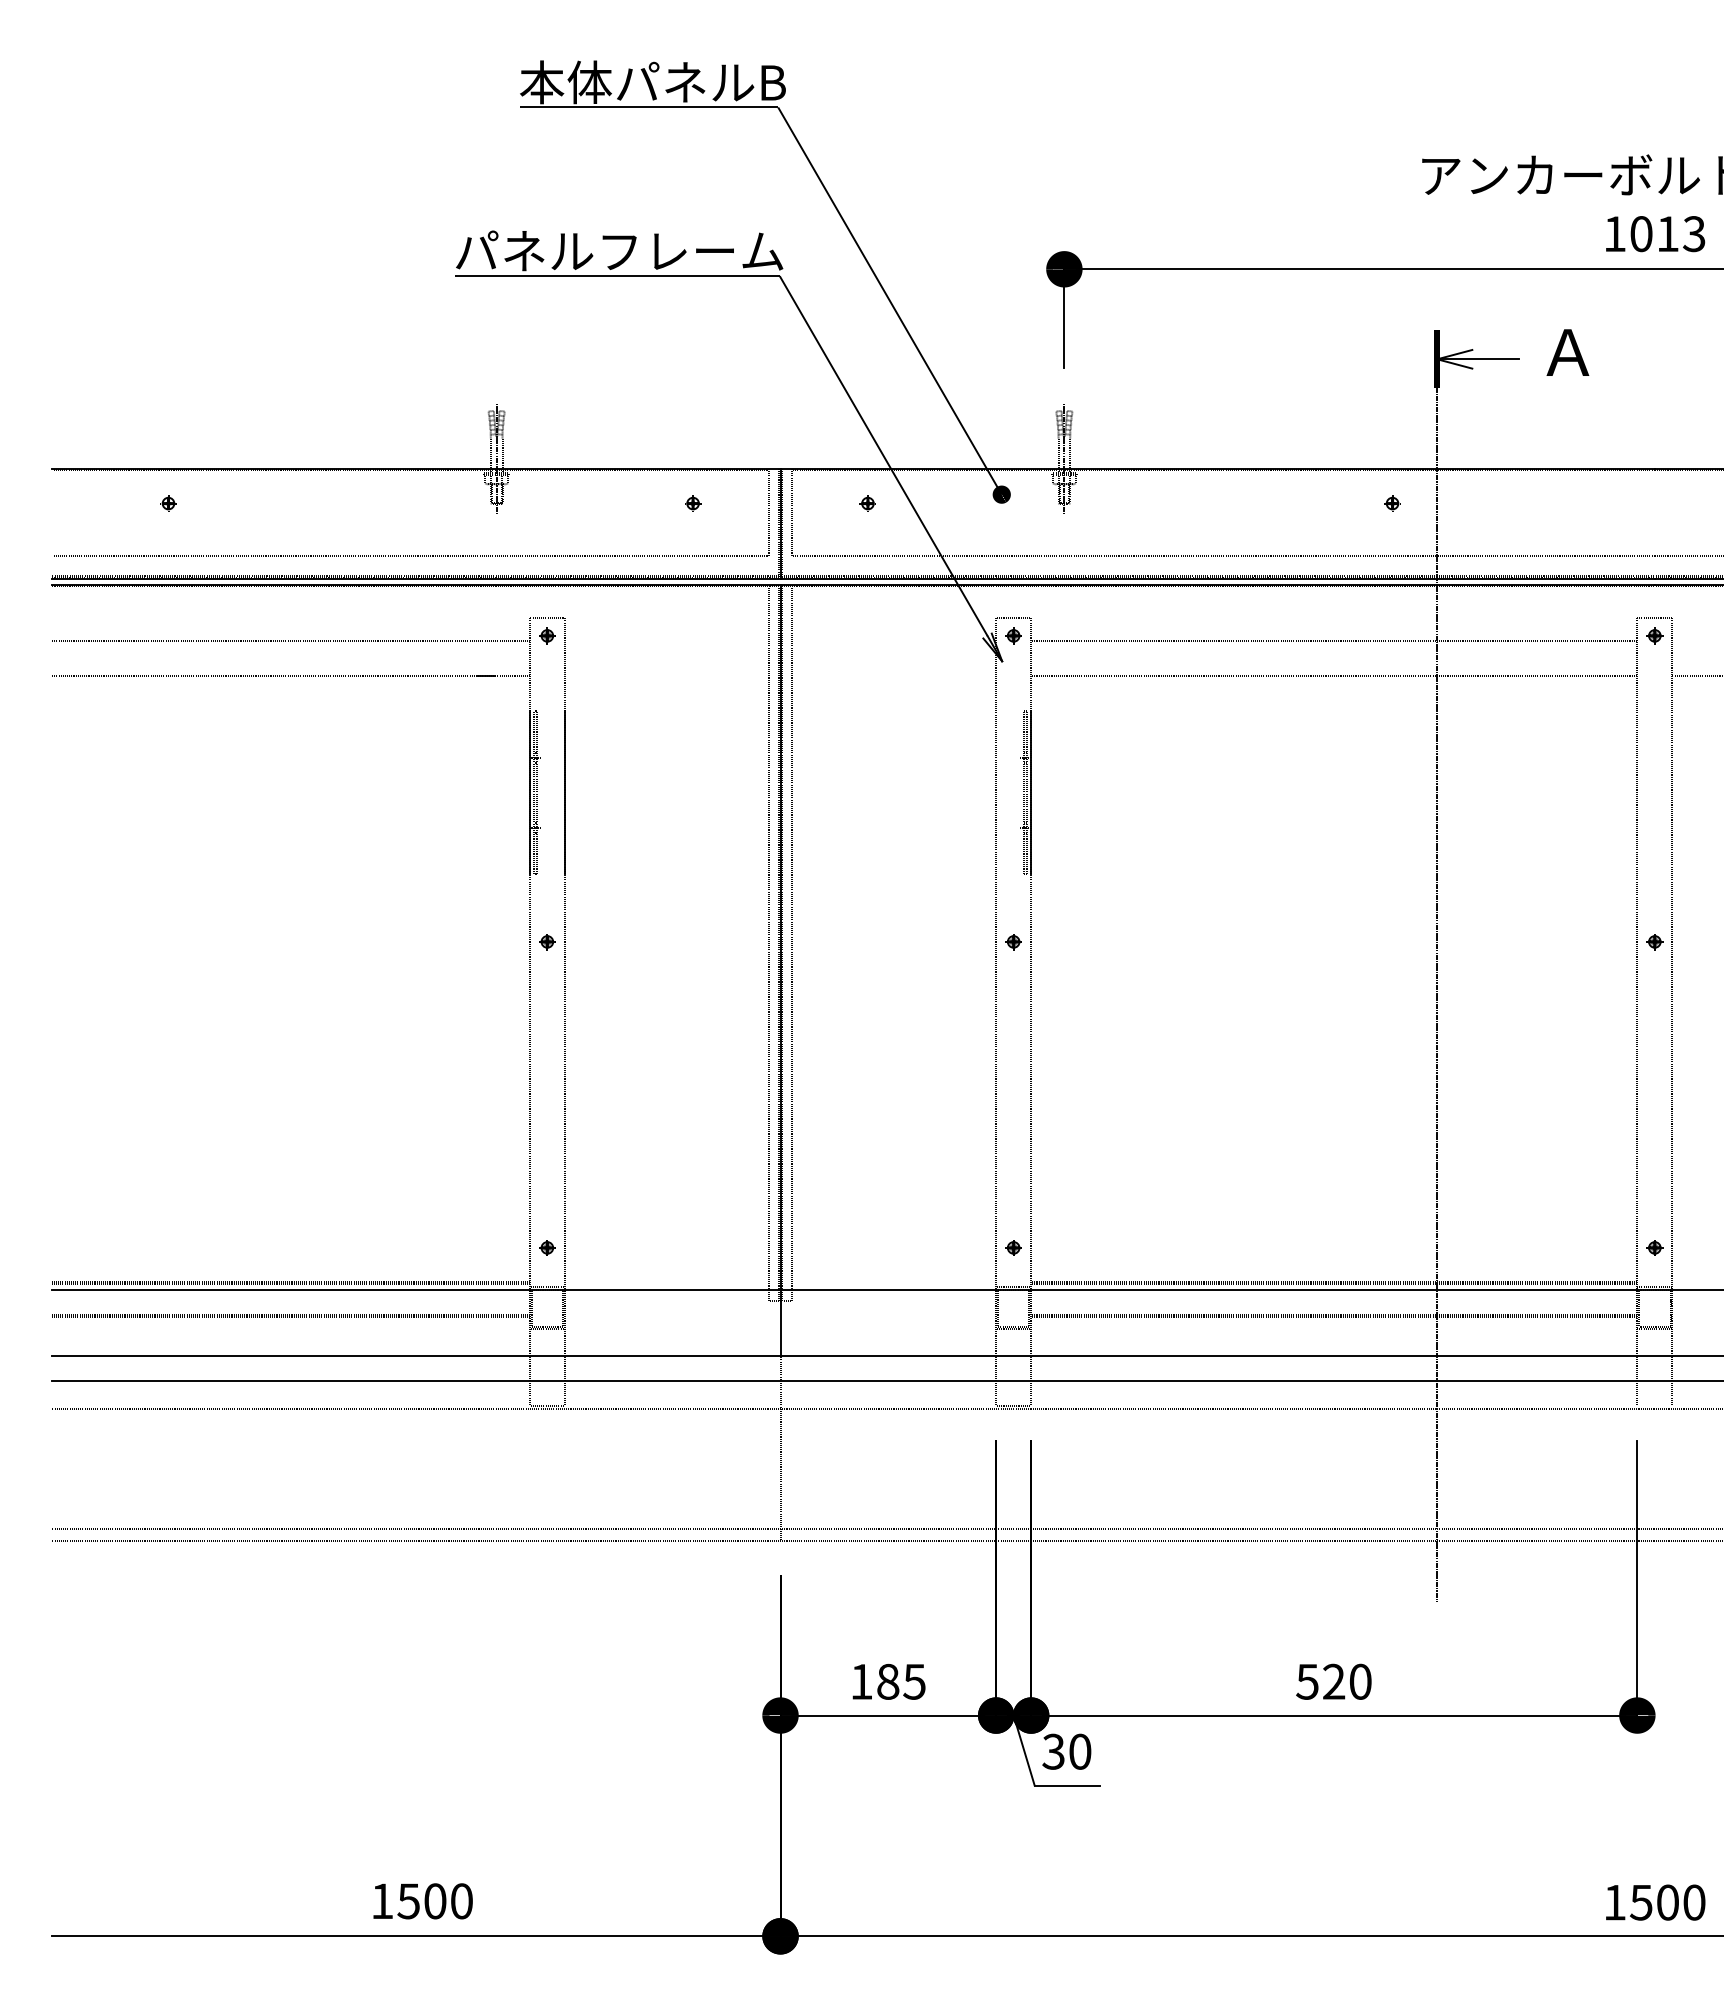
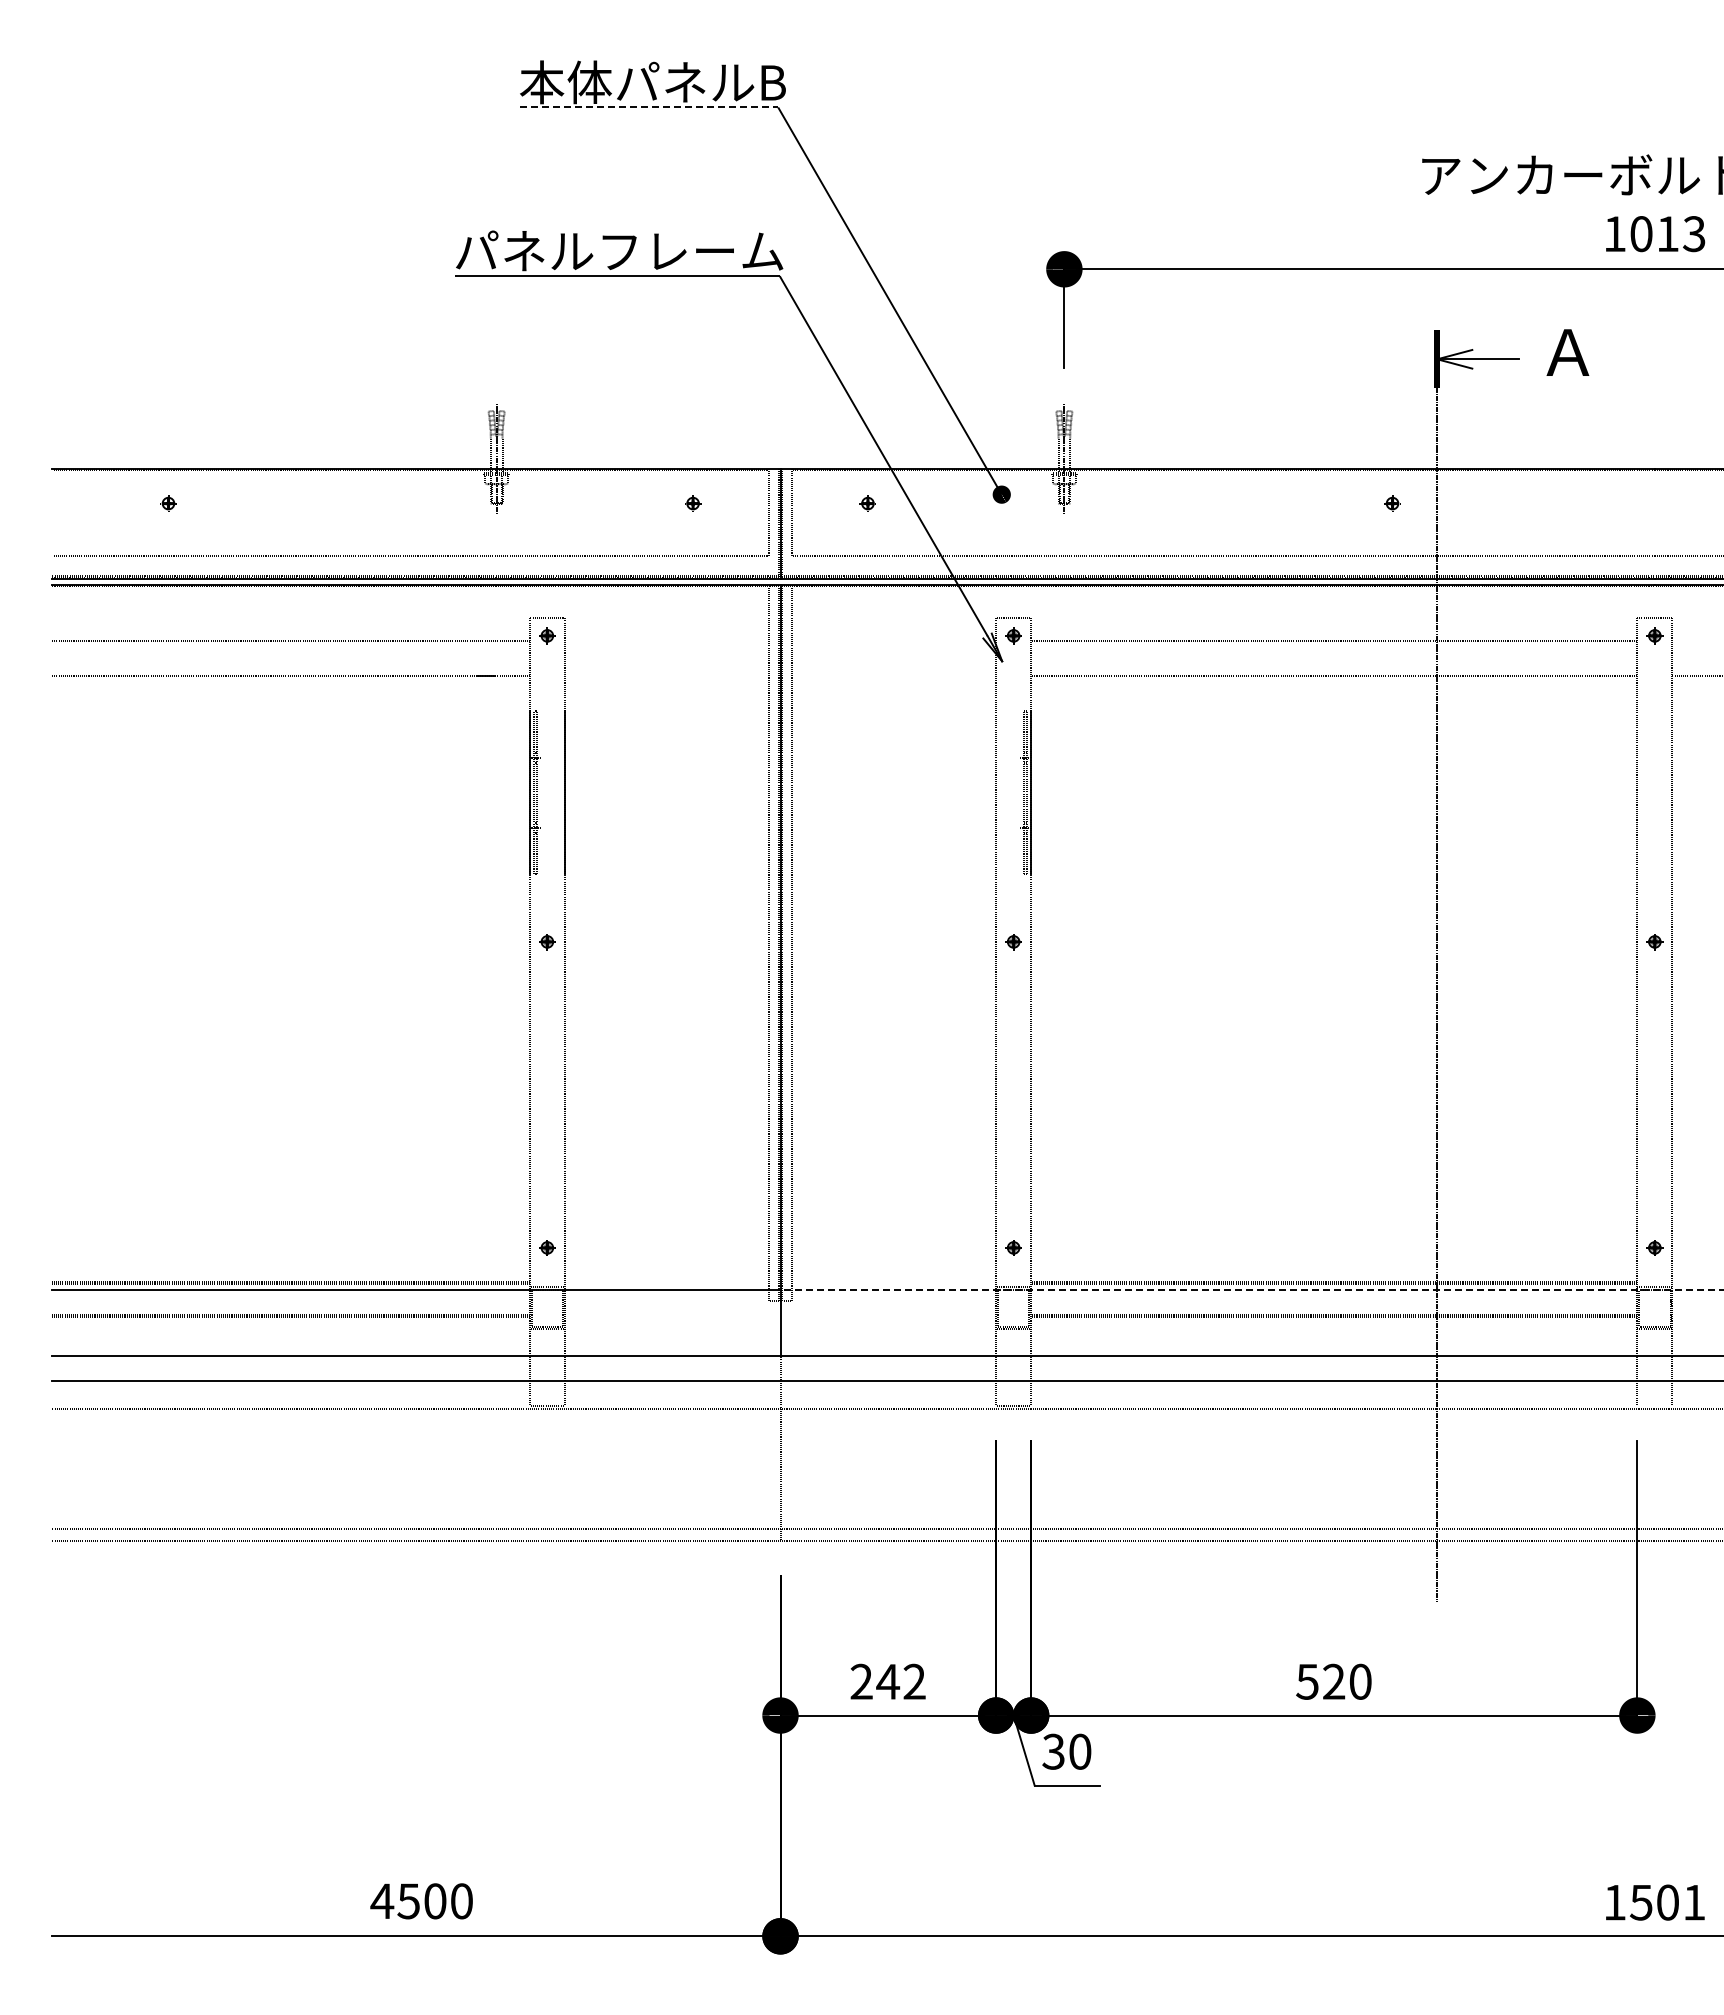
line at (649, 107): solid -> dashed
line at (1251, 1290): solid -> dashed
text at (887, 1681): 185 -> 242
text at (382, 1900): 1500 -> 4500
text at (1694, 1902): 1500 -> 1501
